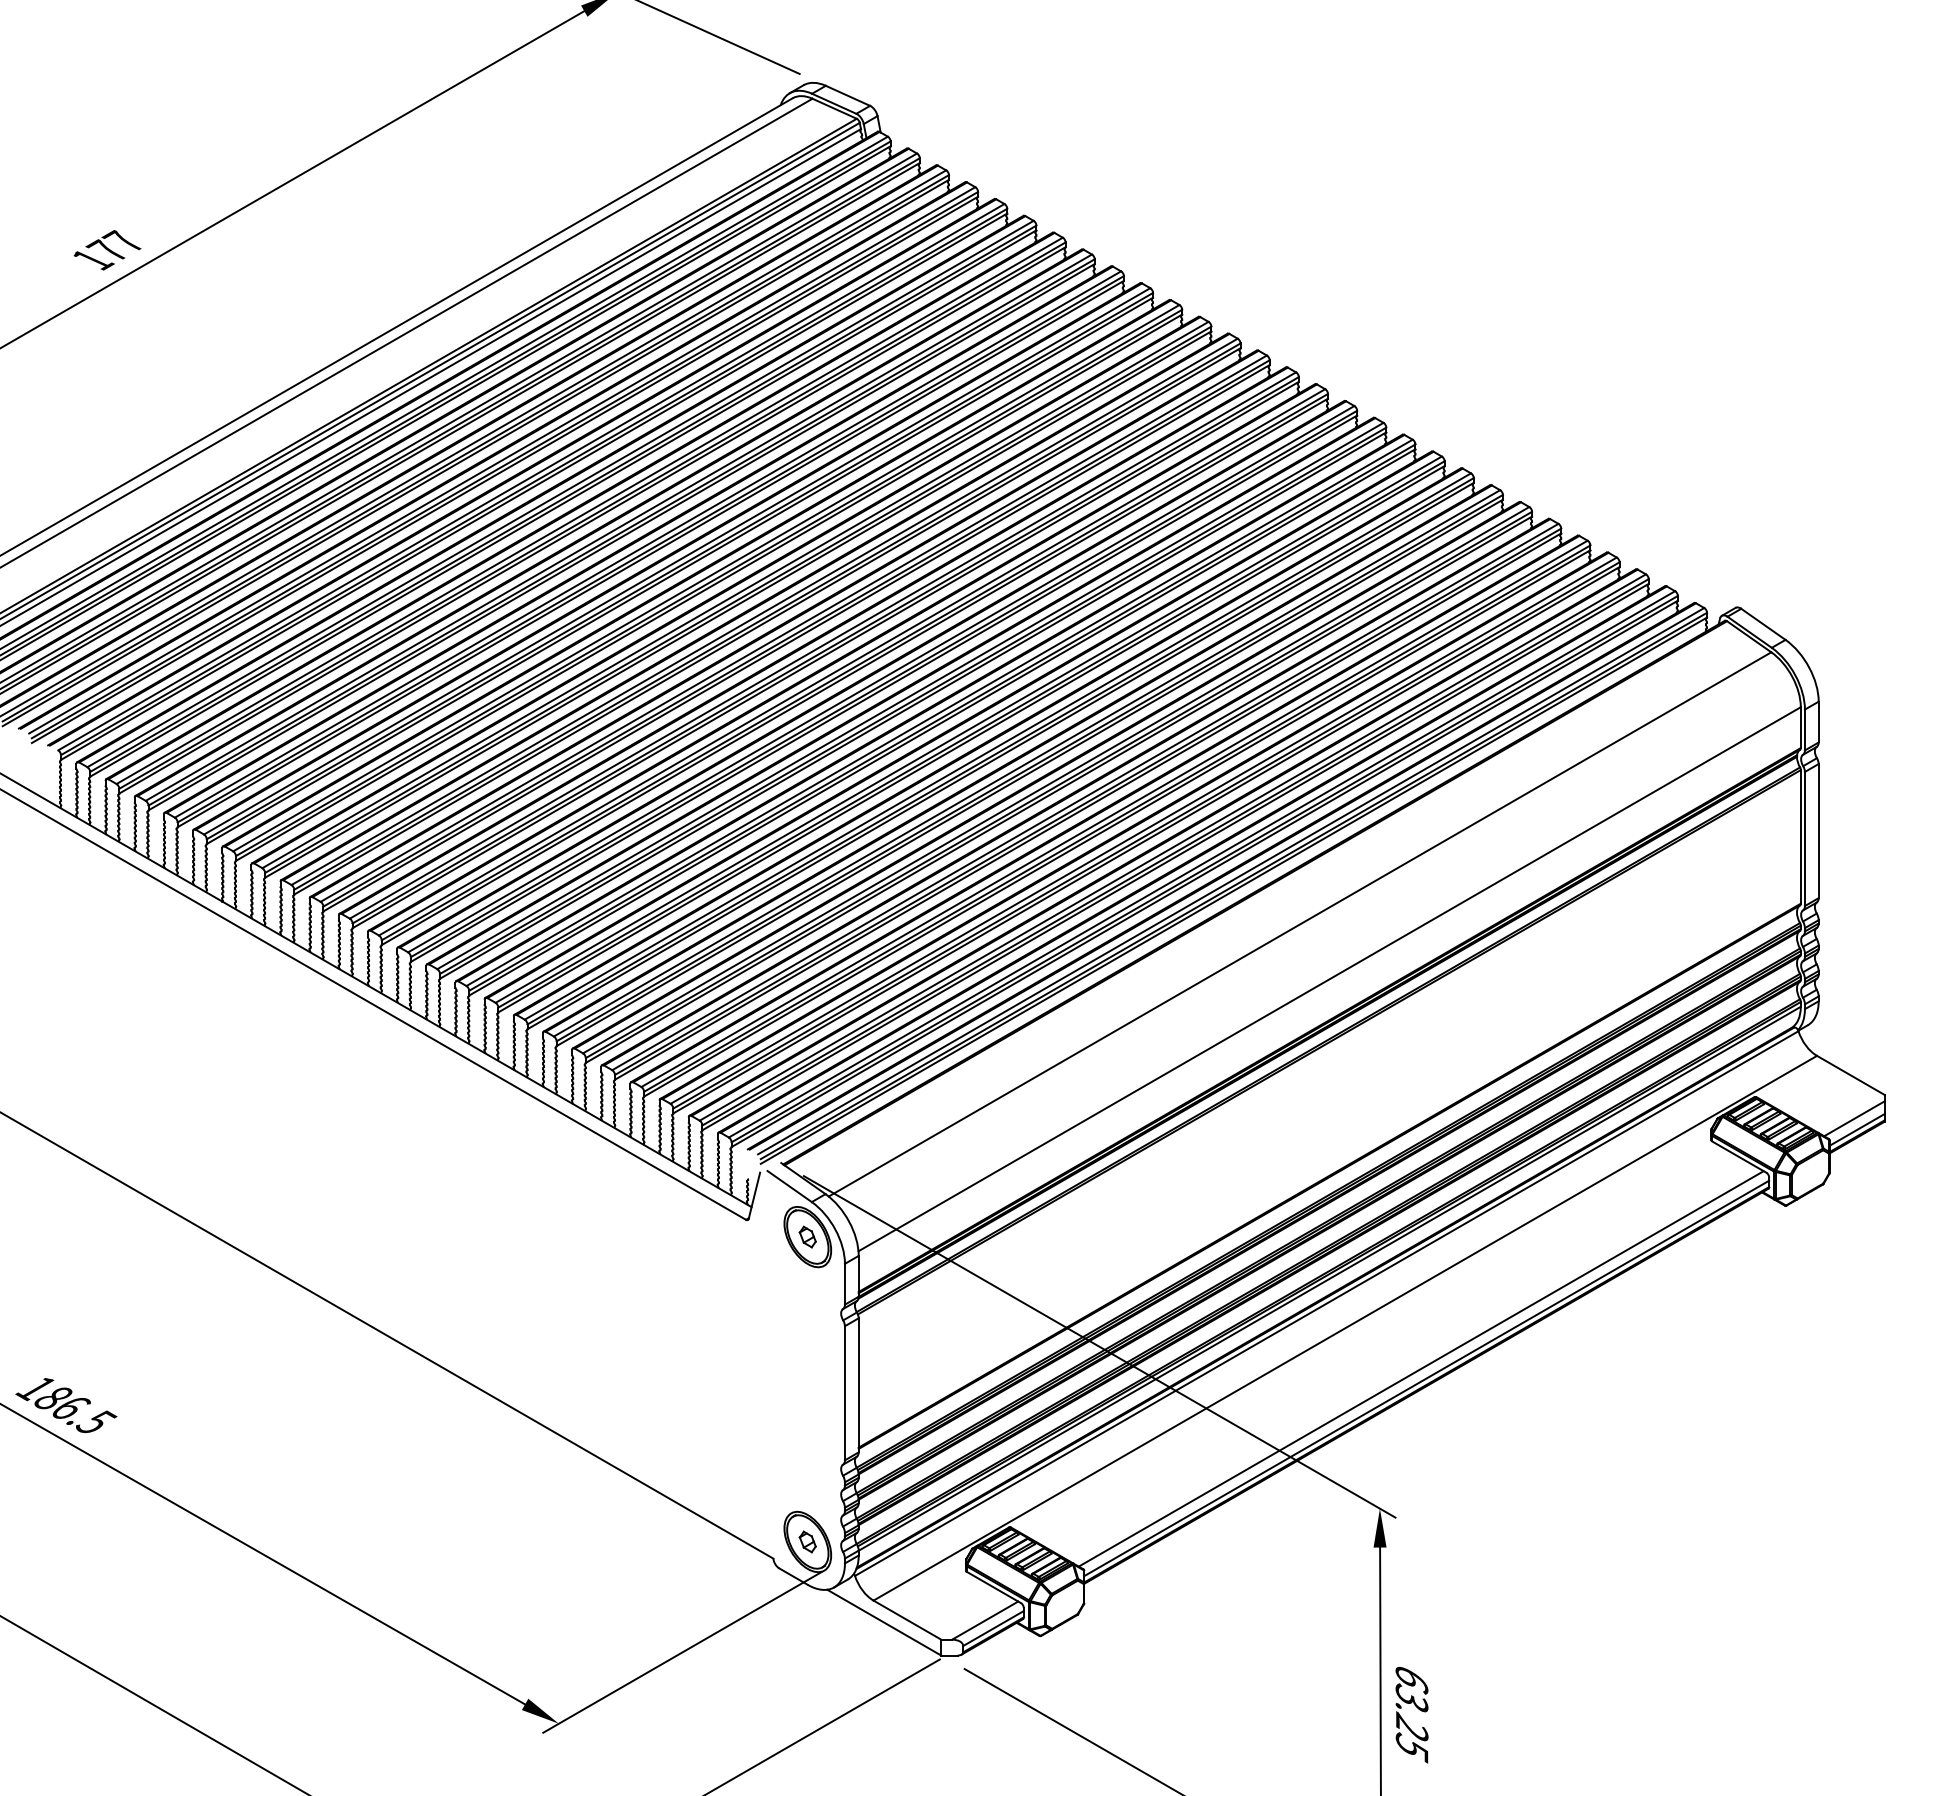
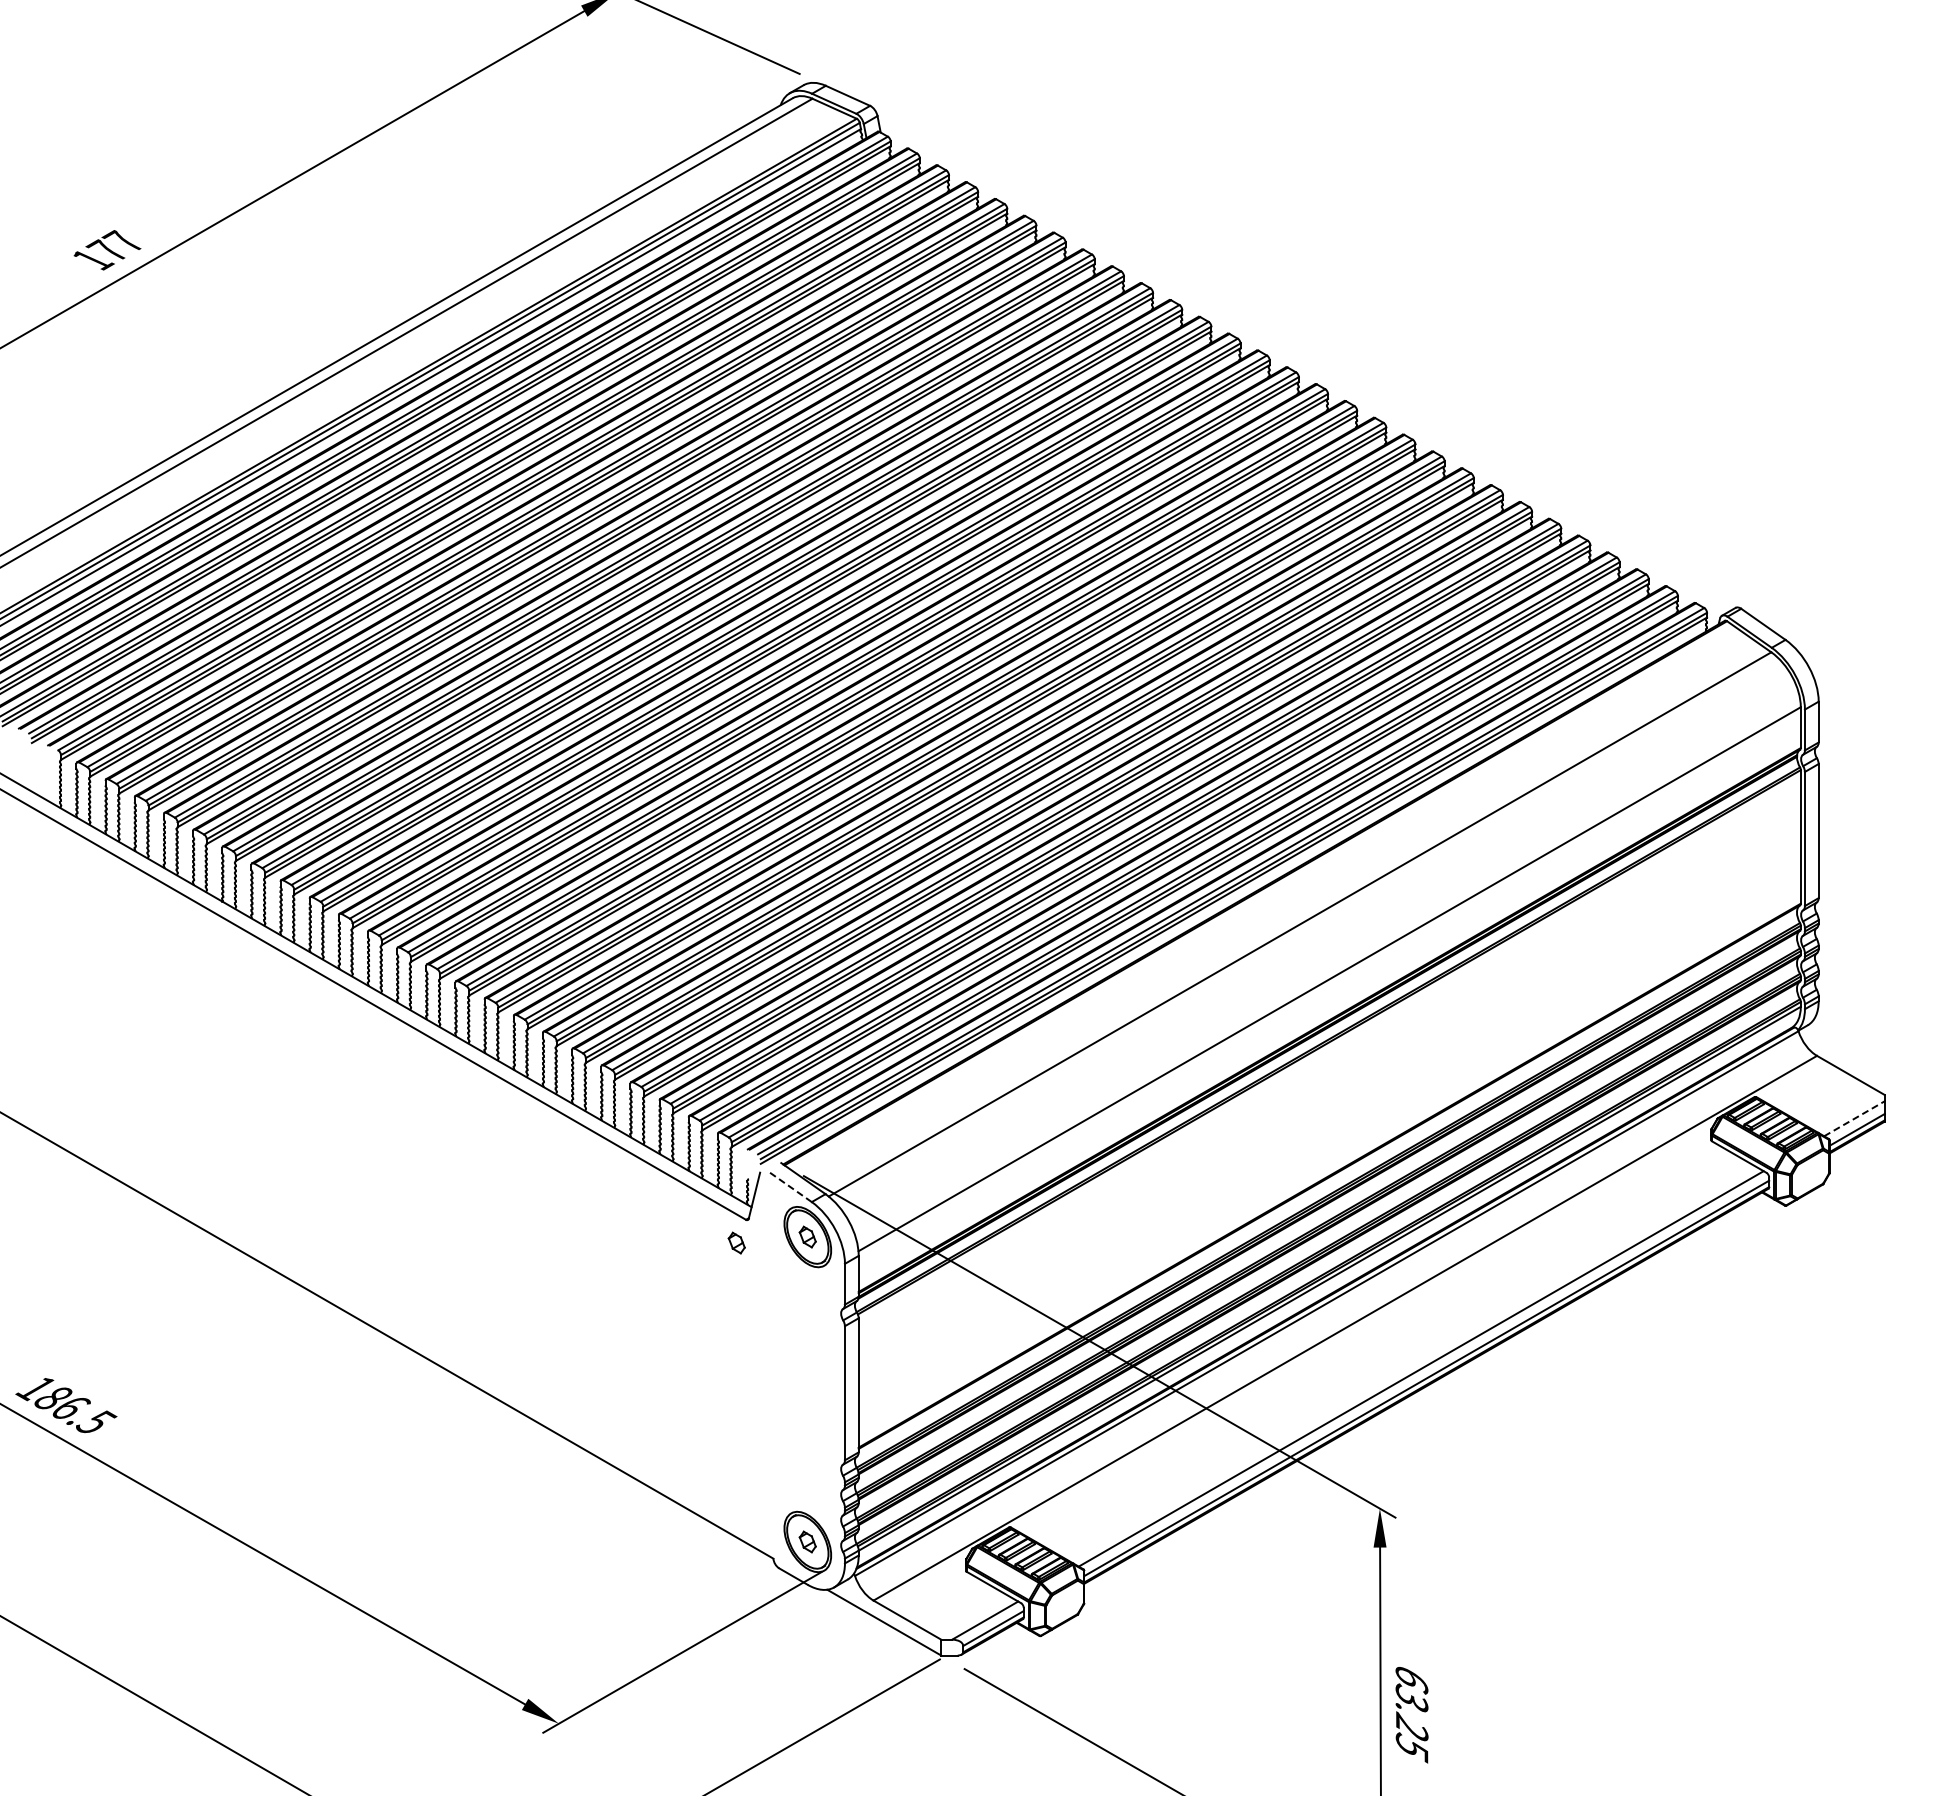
line at (1854, 1118): solid -> dashed
line at (789, 1186): solid -> dashed
part at (736, 1242): none -> present
